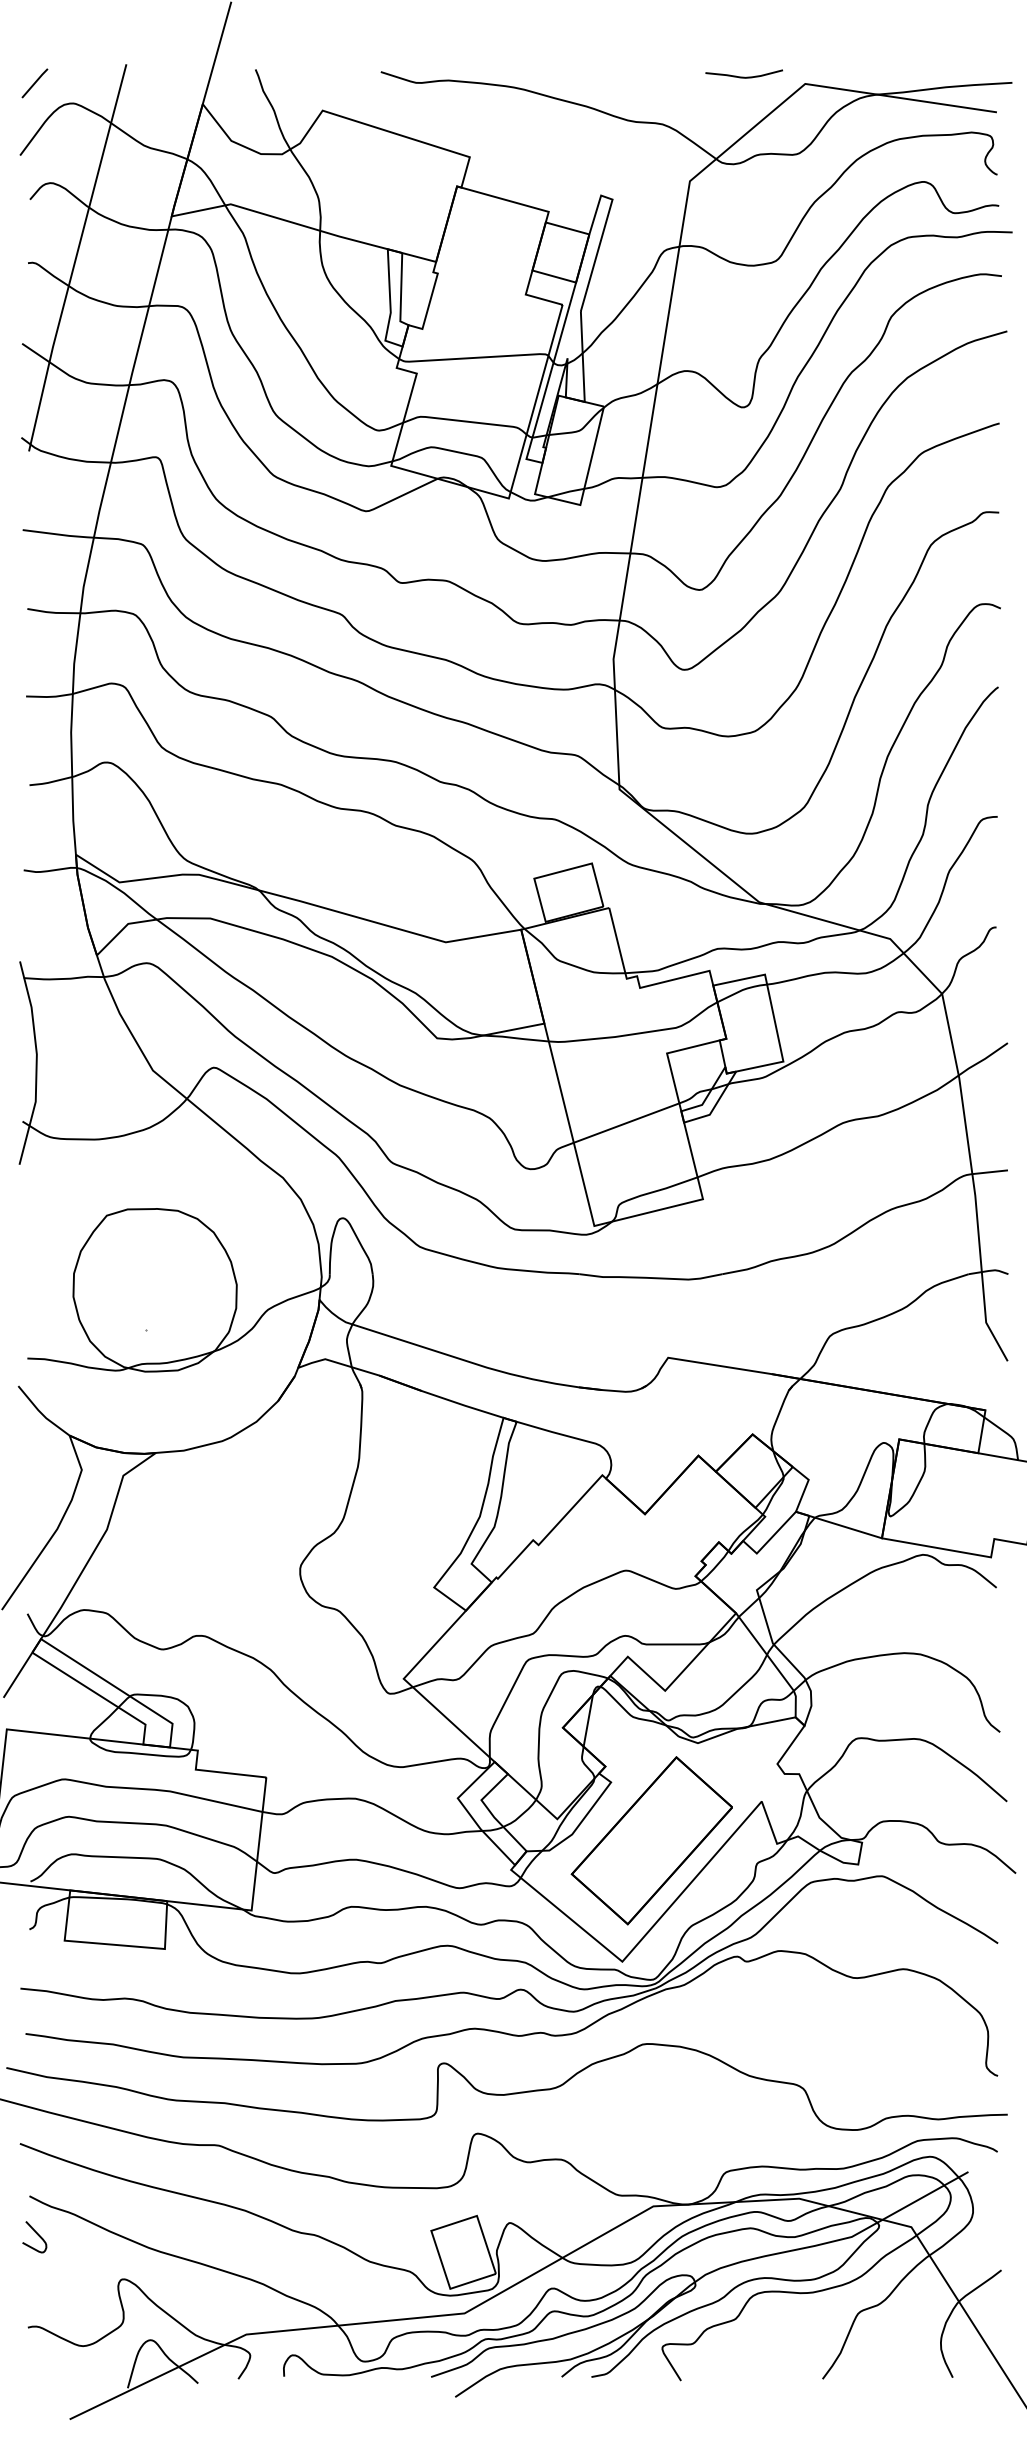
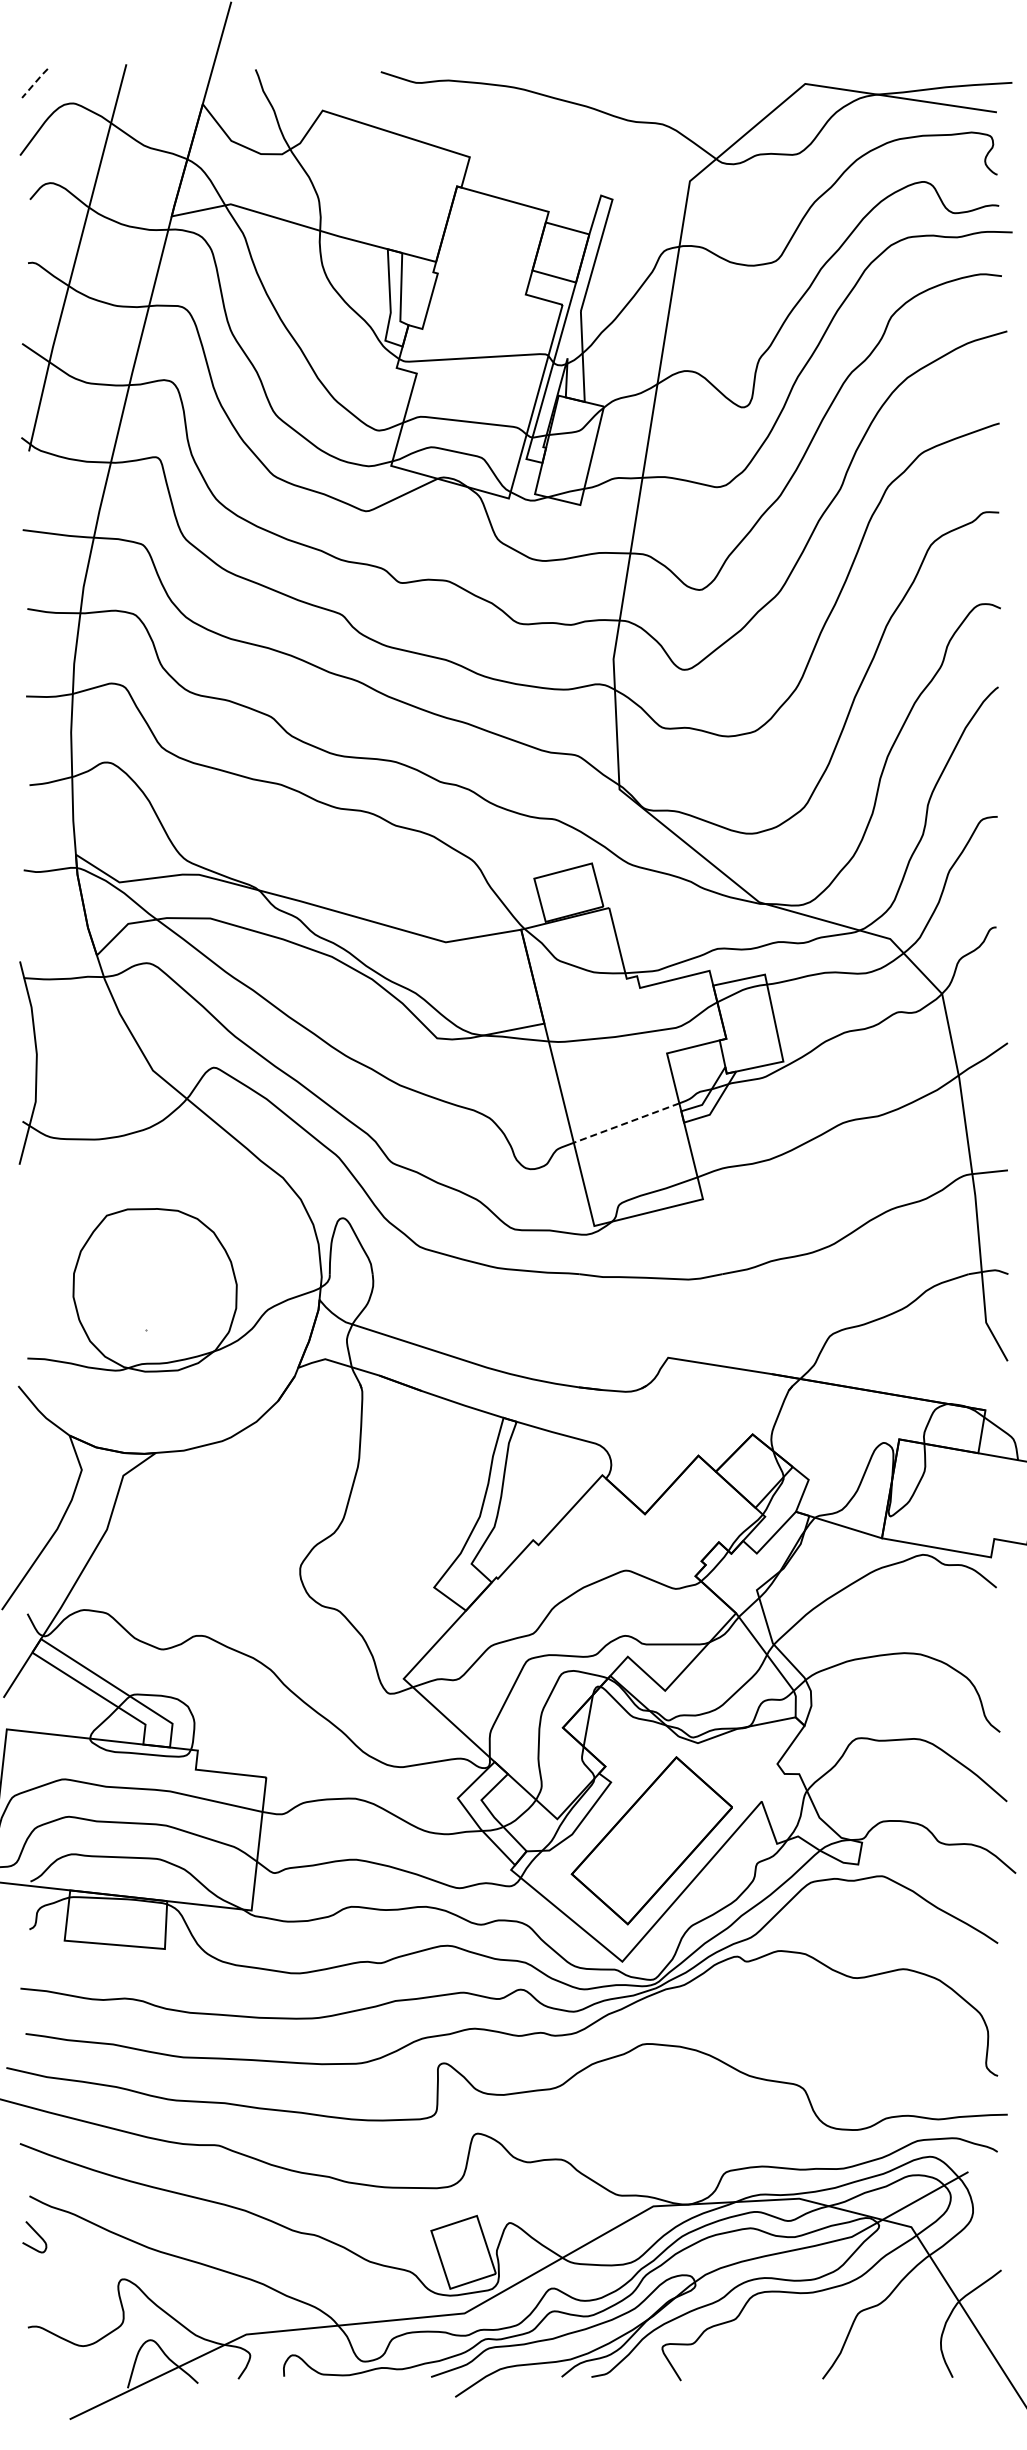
curve at (743, 76): present -> none
line at (35, 82): solid -> dashed
line at (626, 1123): solid -> dashed
